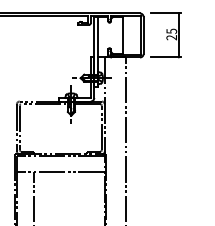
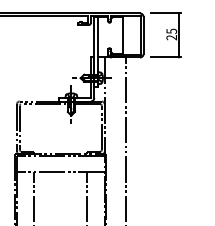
line at (87, 196): none -> present
